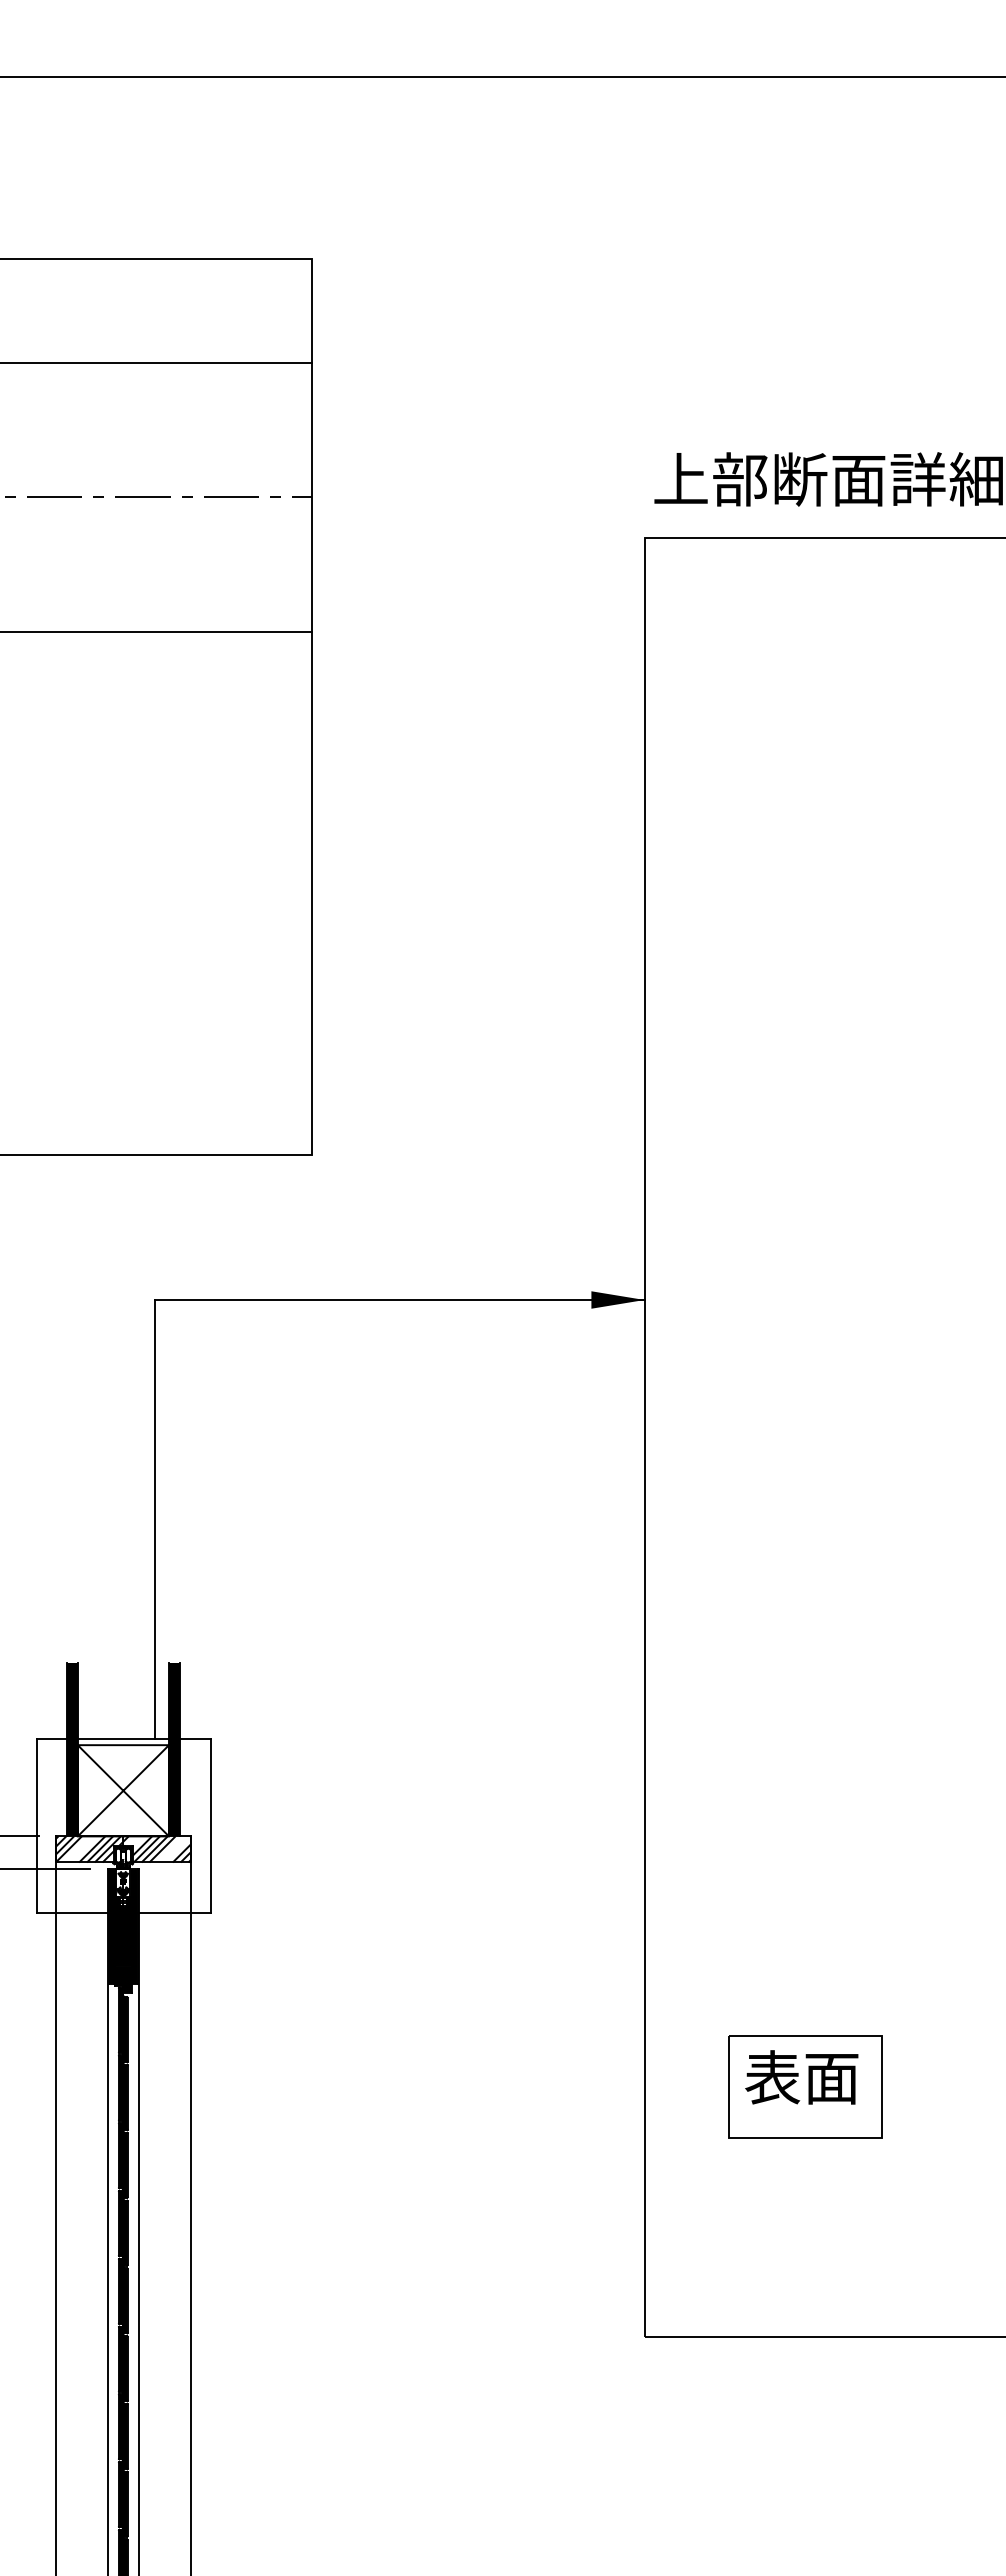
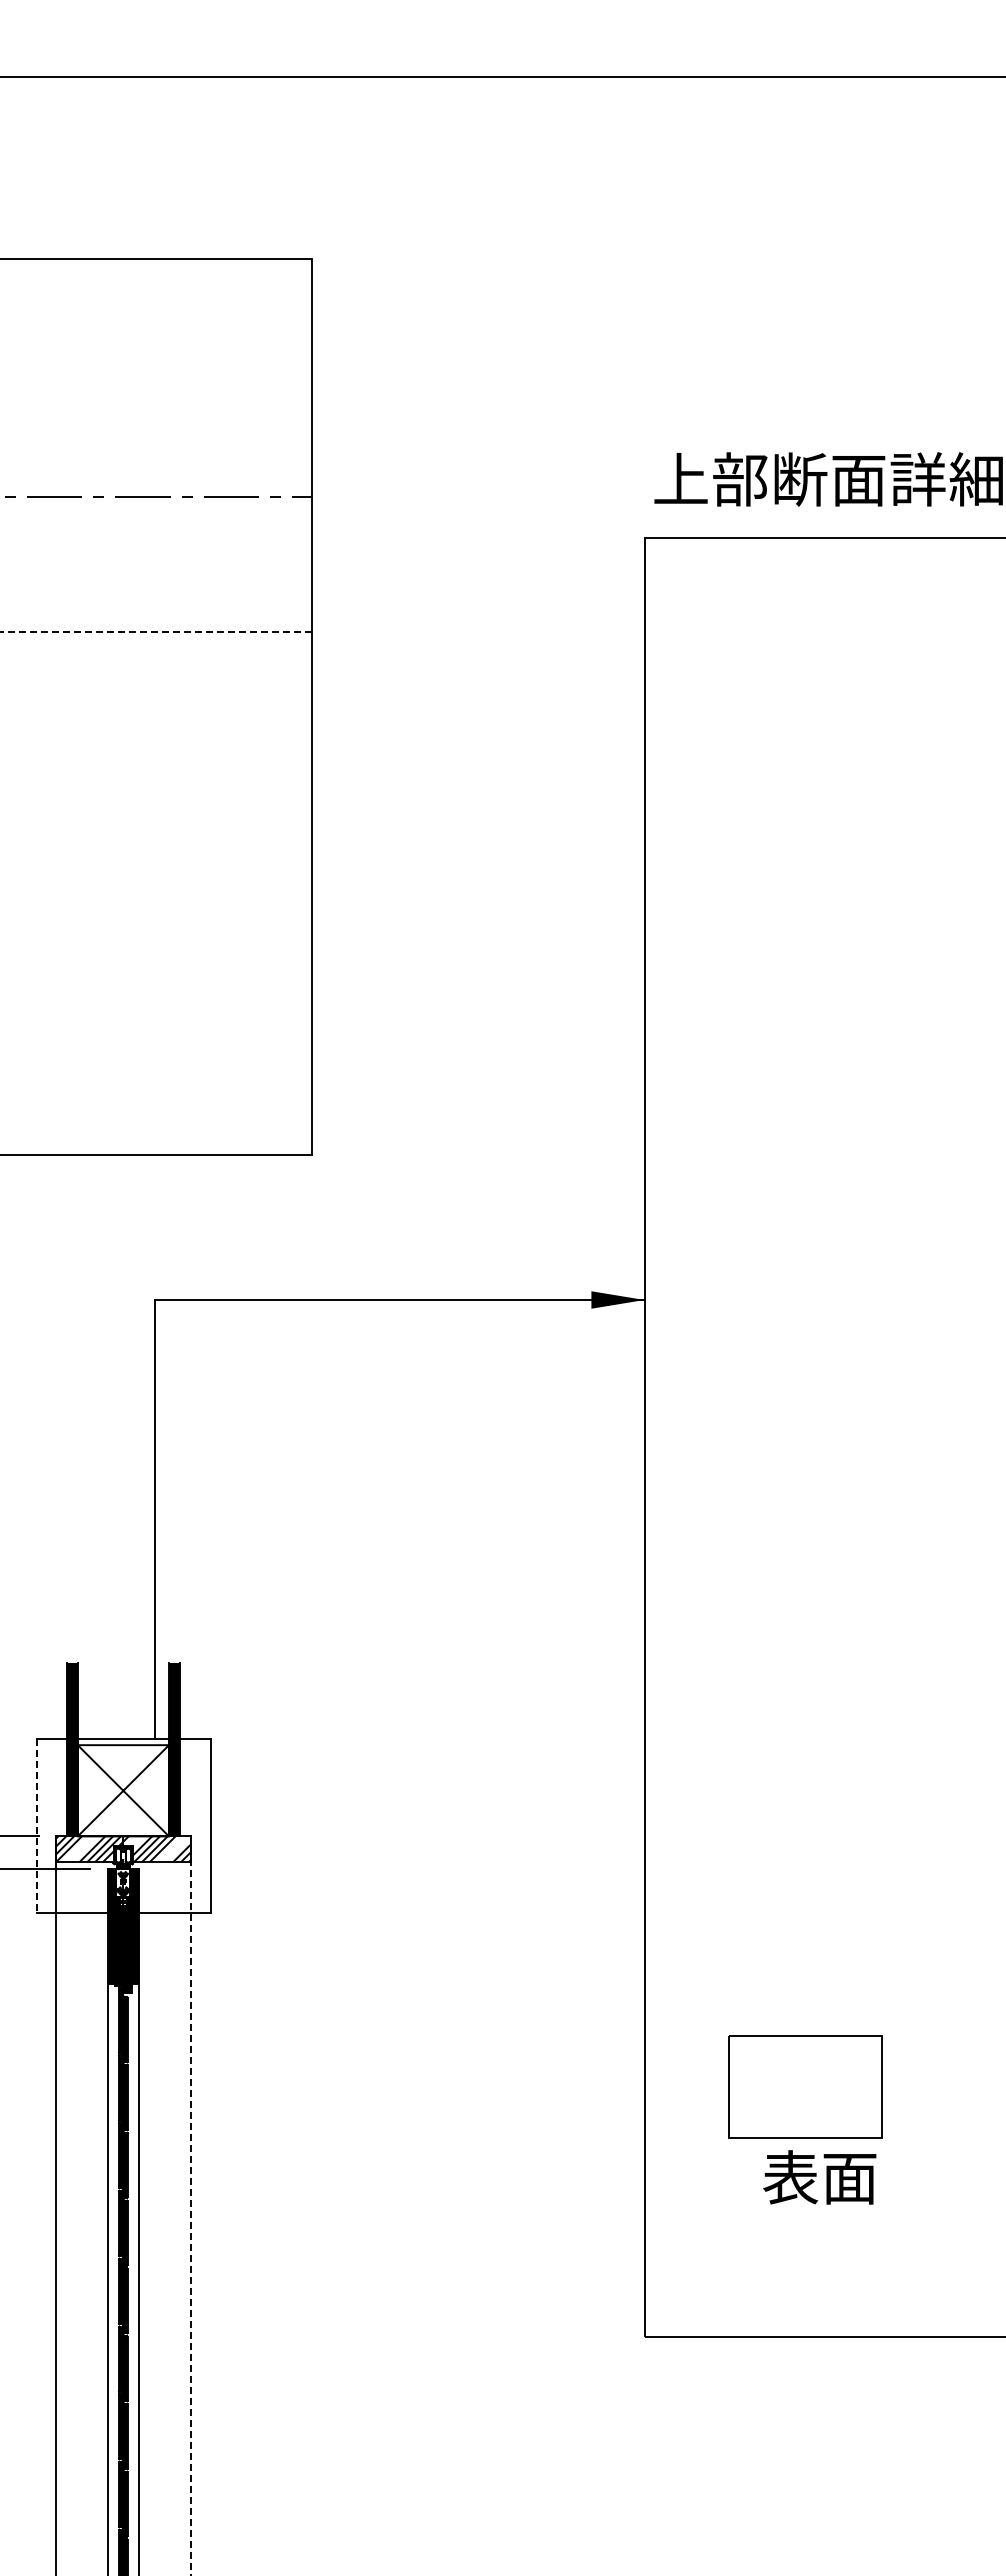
line at (157, 362): present -> none
line at (156, 632): solid -> dashed
line at (37, 1825): solid -> dashed
text at (801, 2077) position: (801, 2077) -> (819, 2177)
line at (190, 2205): solid -> dashed
